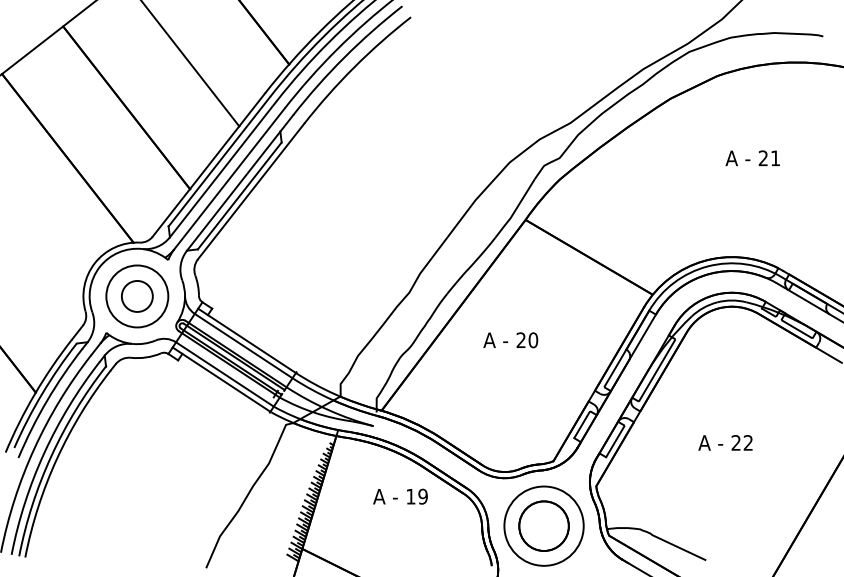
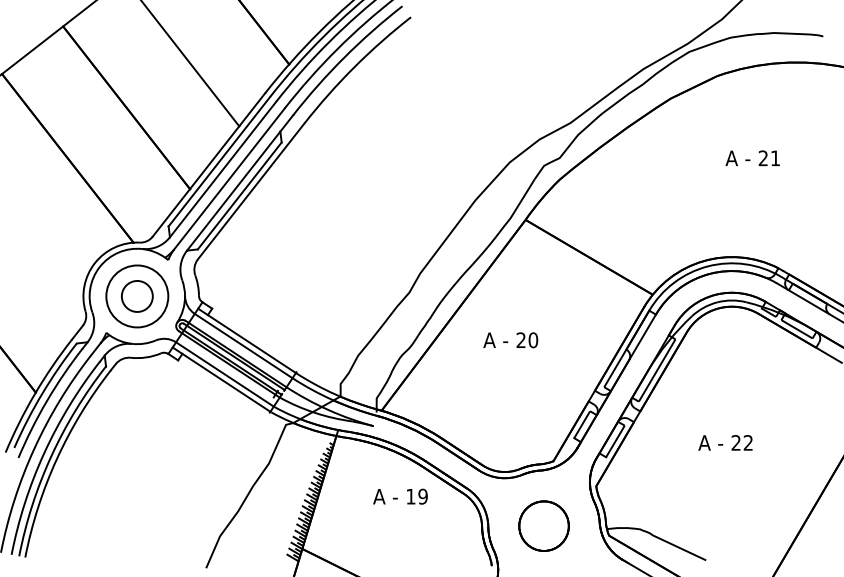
circle at (543, 525) diameter: 79 px -> 50 px
